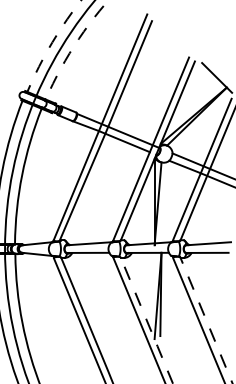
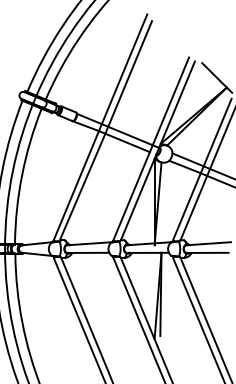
arc at (51, 44): dashed -> solid
arc at (73, 47): dashed -> solid
line at (146, 319): dashed -> solid
line at (206, 320): dashed -> solid
